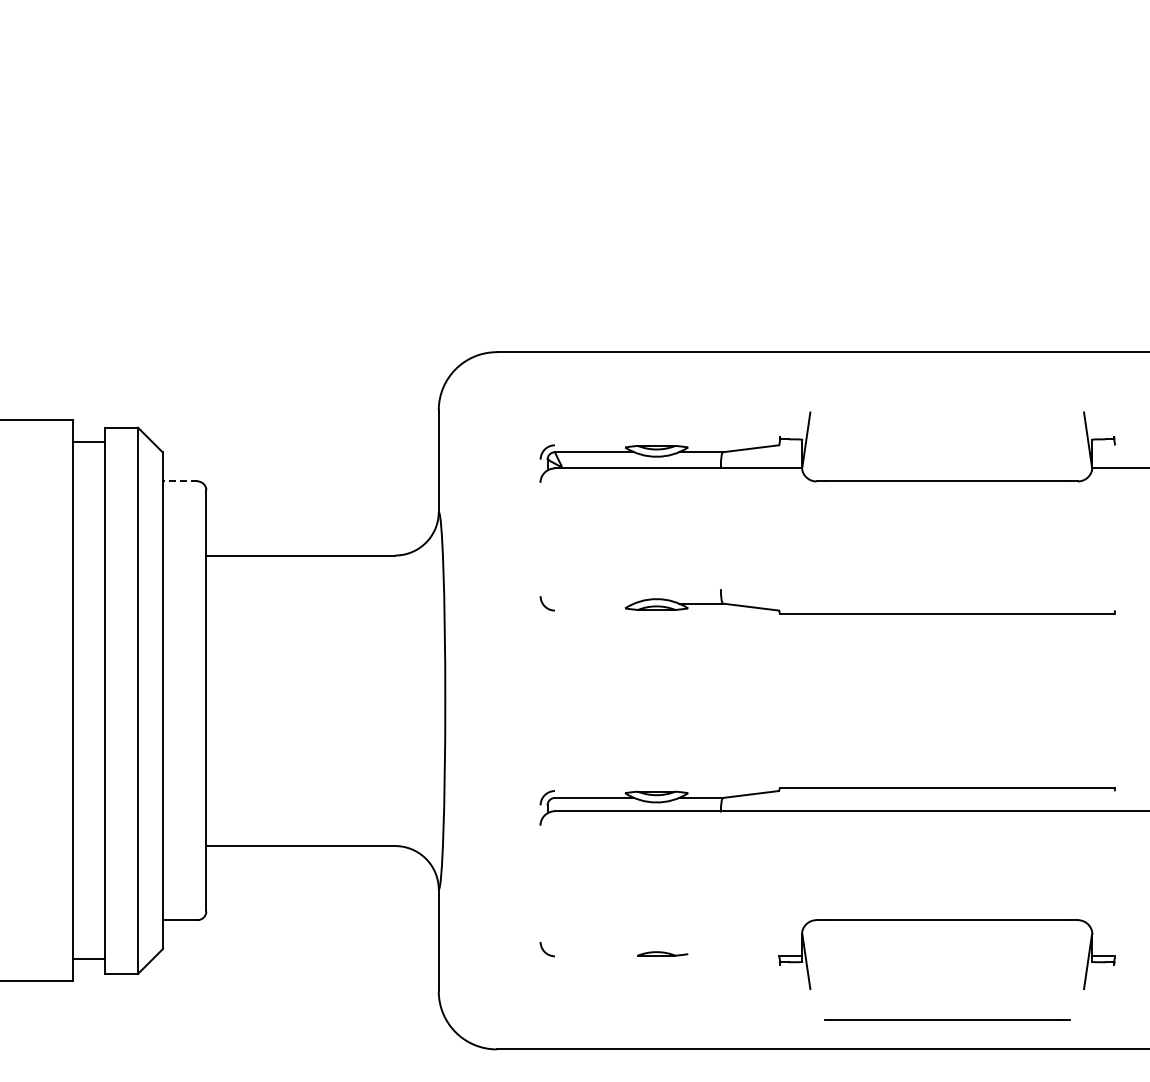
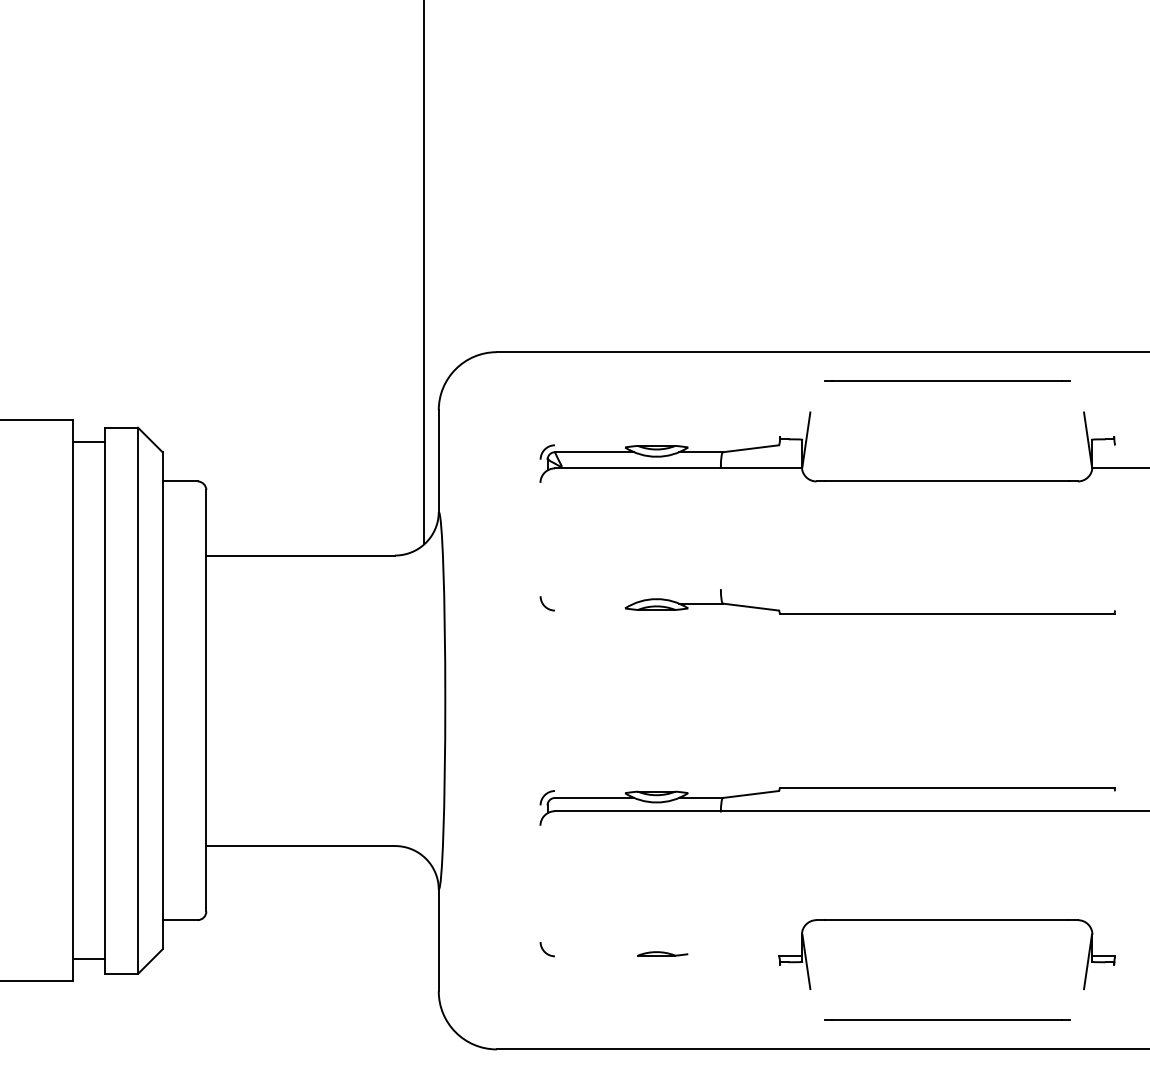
line at (424, 272): none -> present
line at (947, 380): none -> present
line at (179, 481): dashed -> solid
